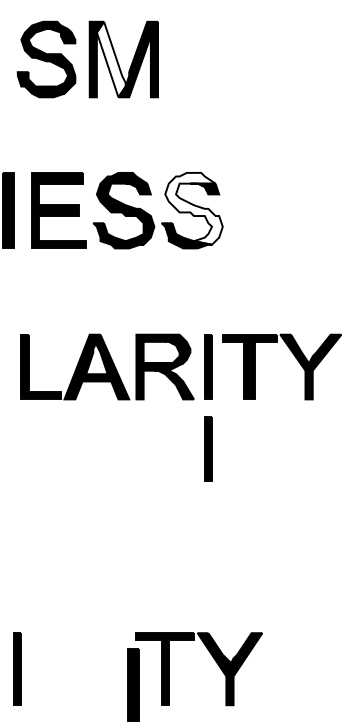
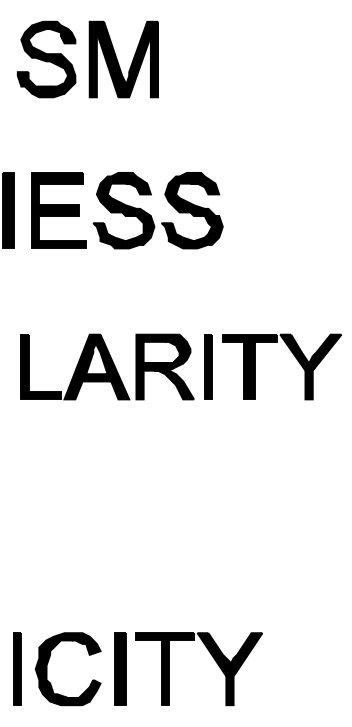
fill at (110, 59): none -> present
fill at (193, 208): none -> present
part at (208, 448): present -> none
part at (48, 663): none -> present
part at (133, 684) position: (133, 684) -> (120, 668)
